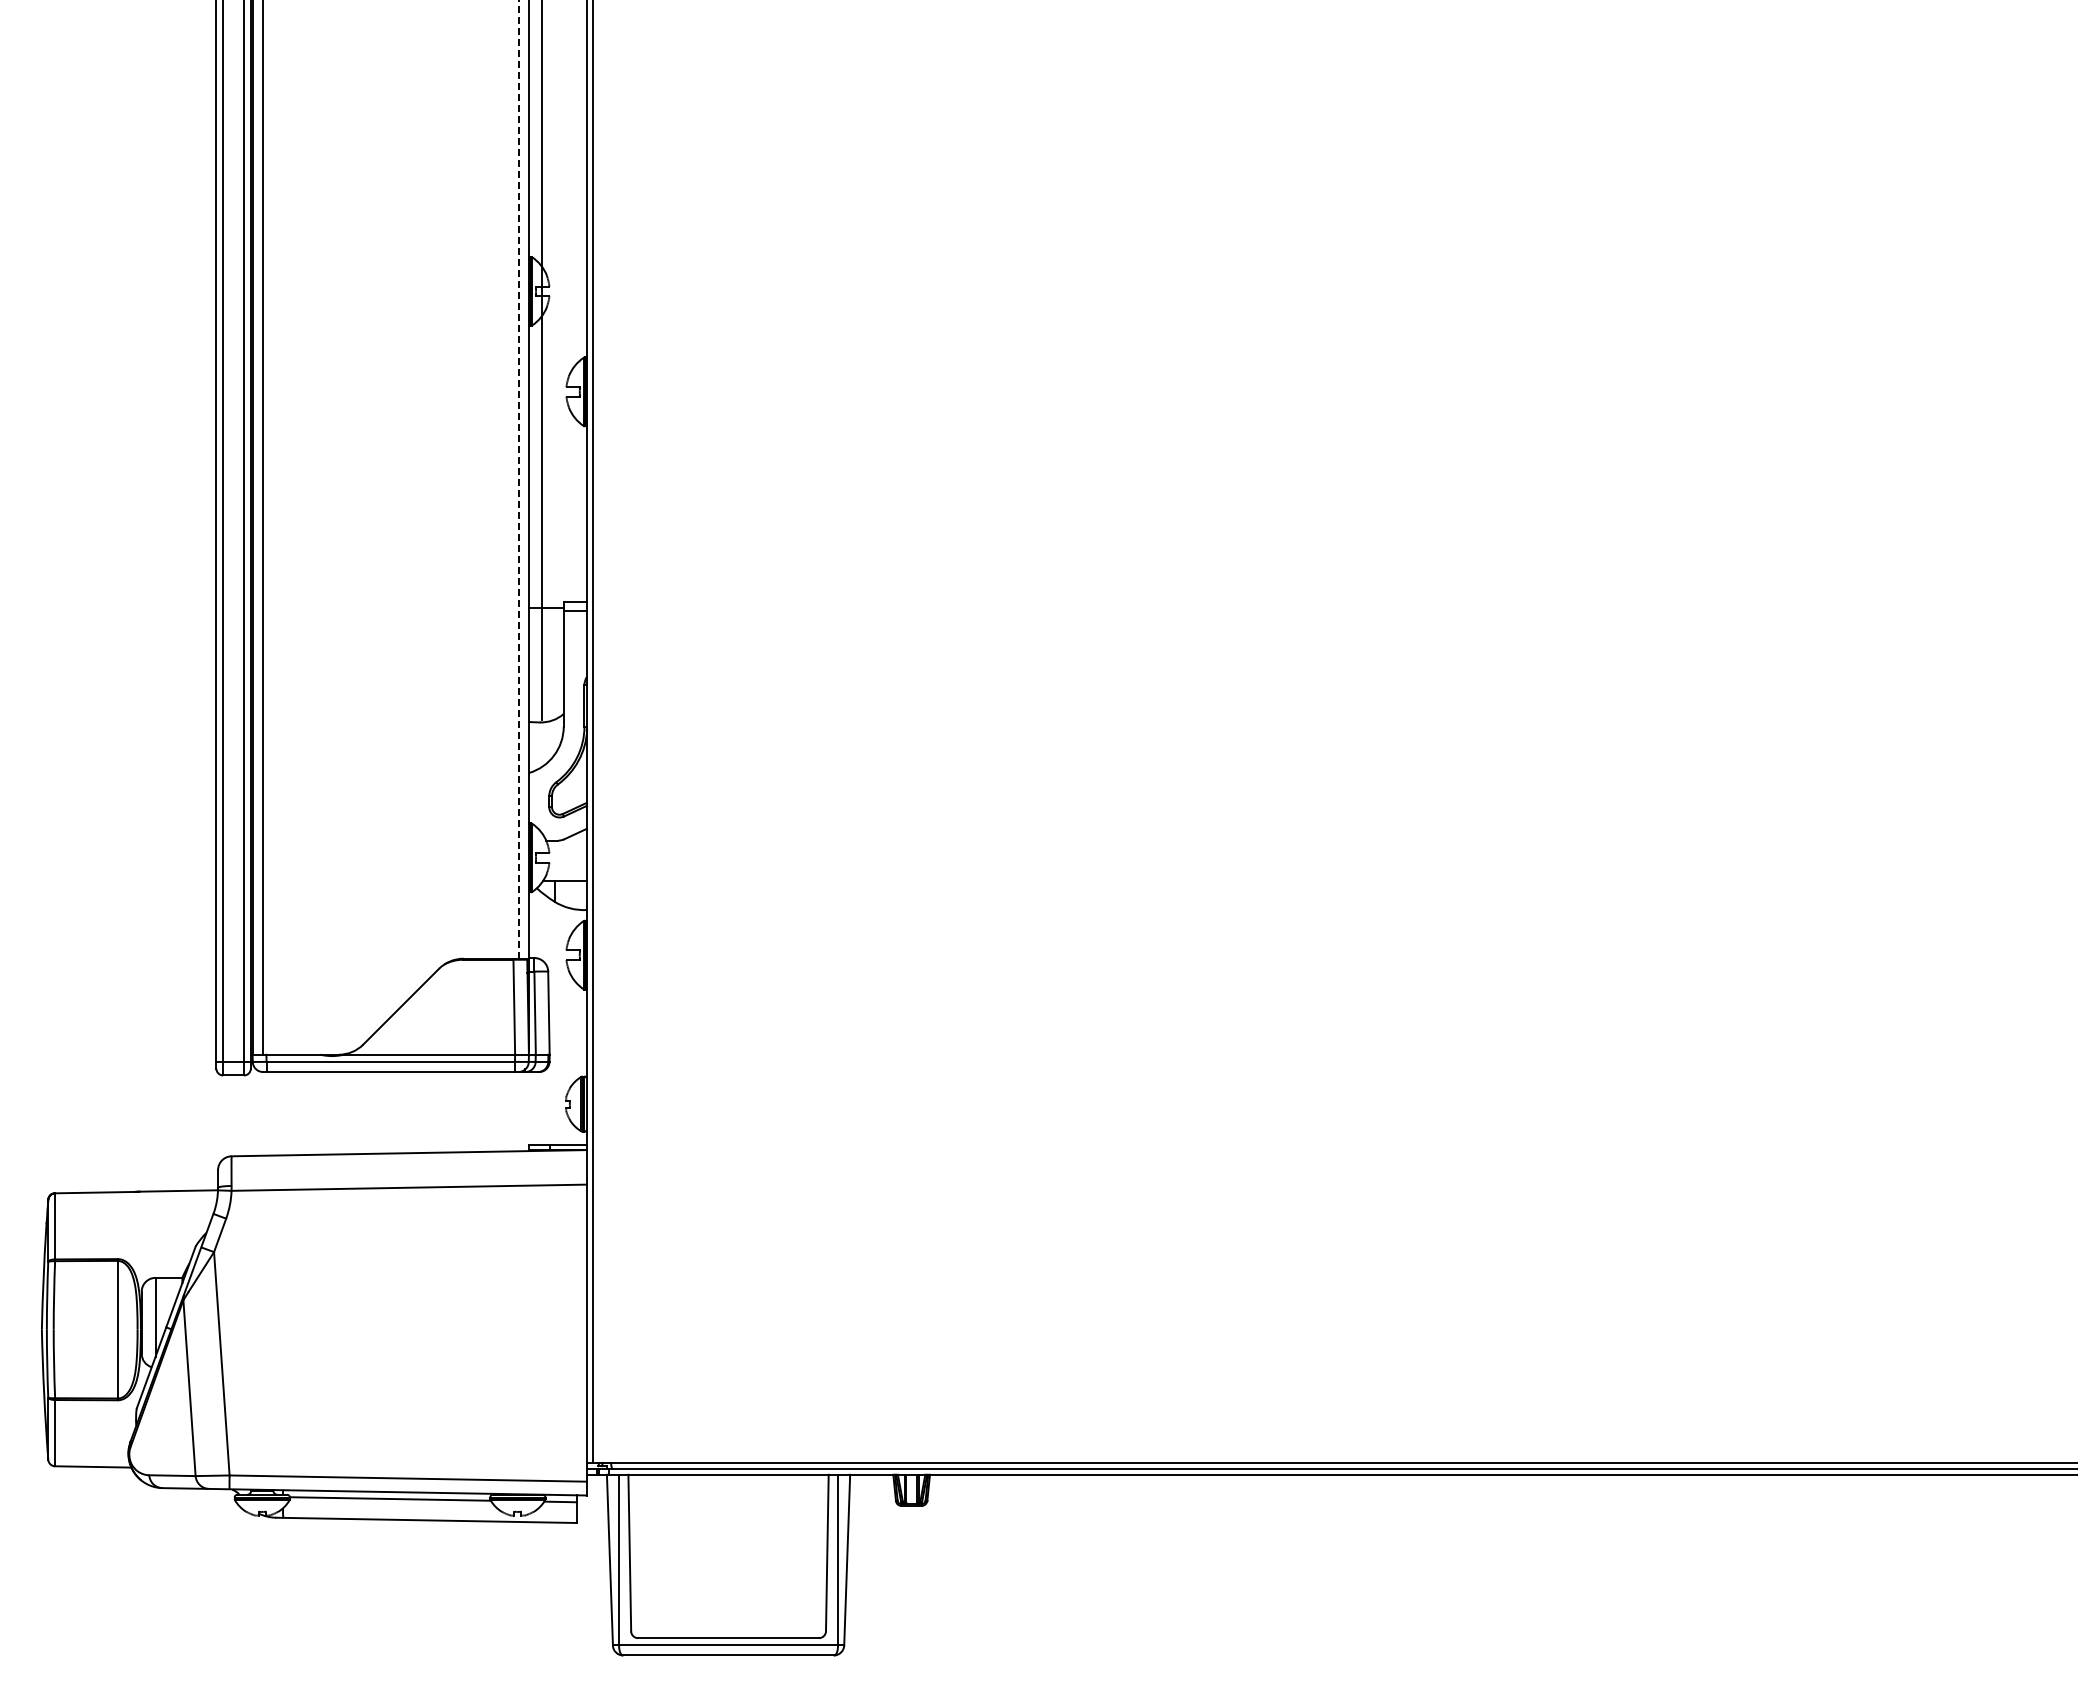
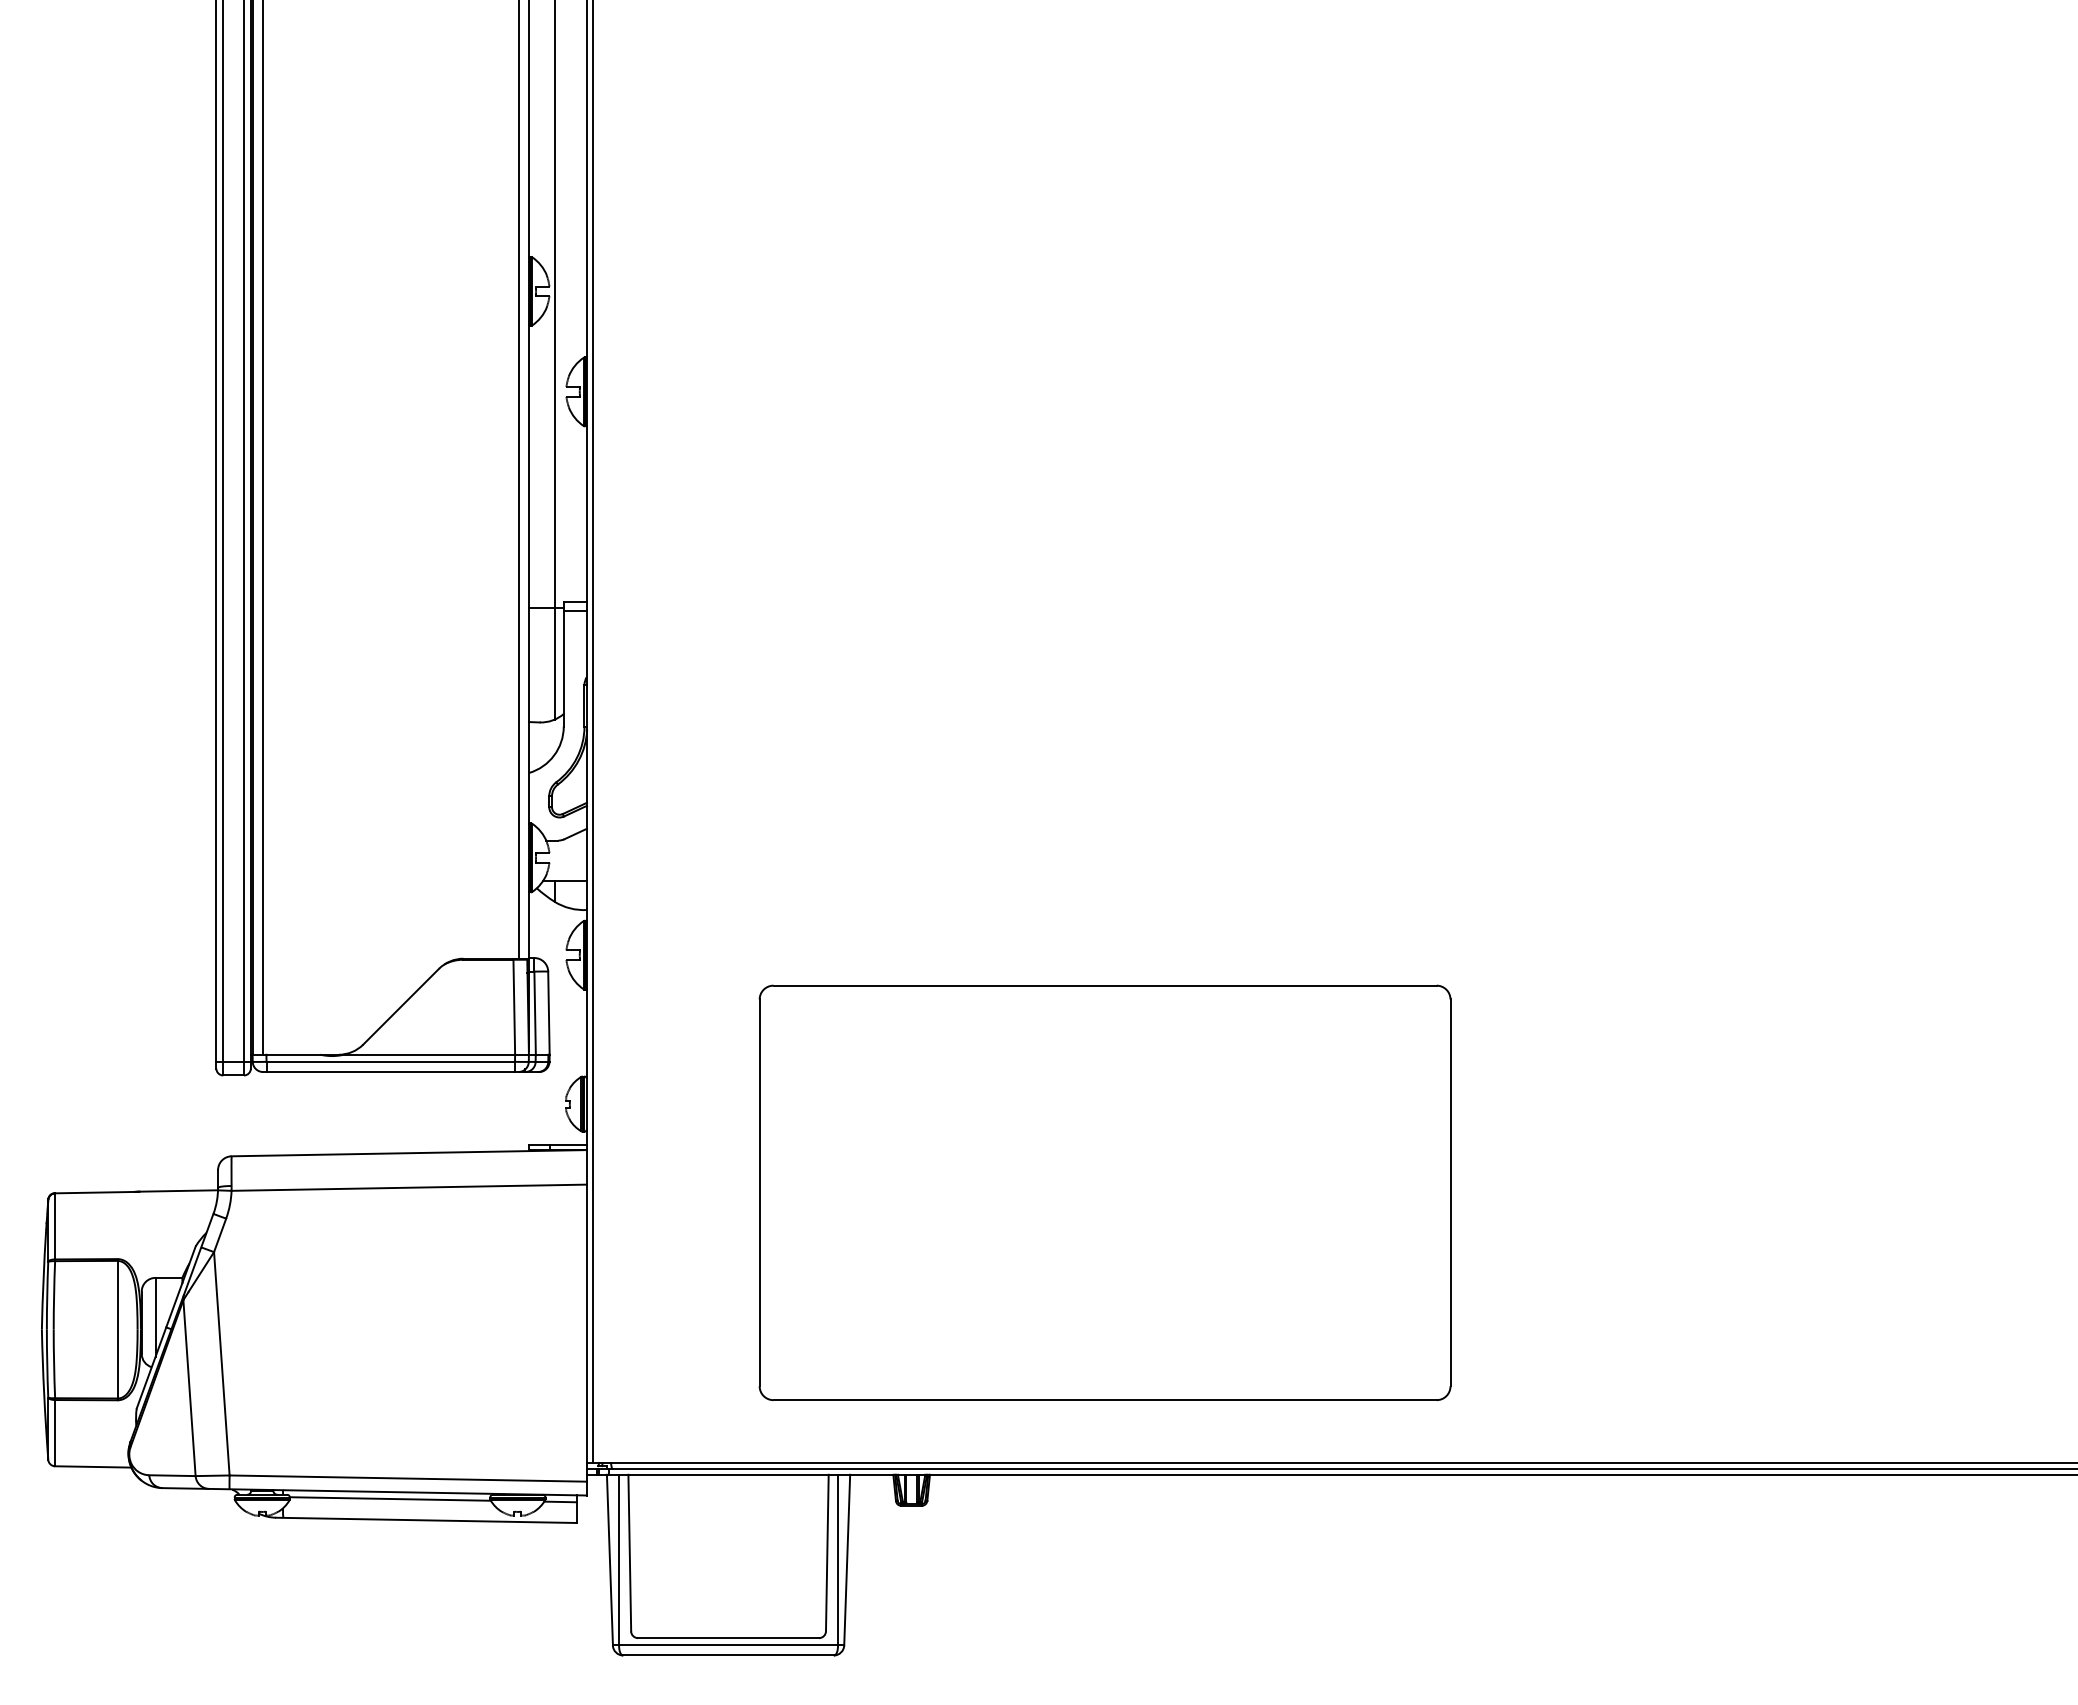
line at (541, 360) position: (541, 360) -> (554, 360)
line at (518, 479): dashed -> solid
part at (1104, 1192): none -> present
